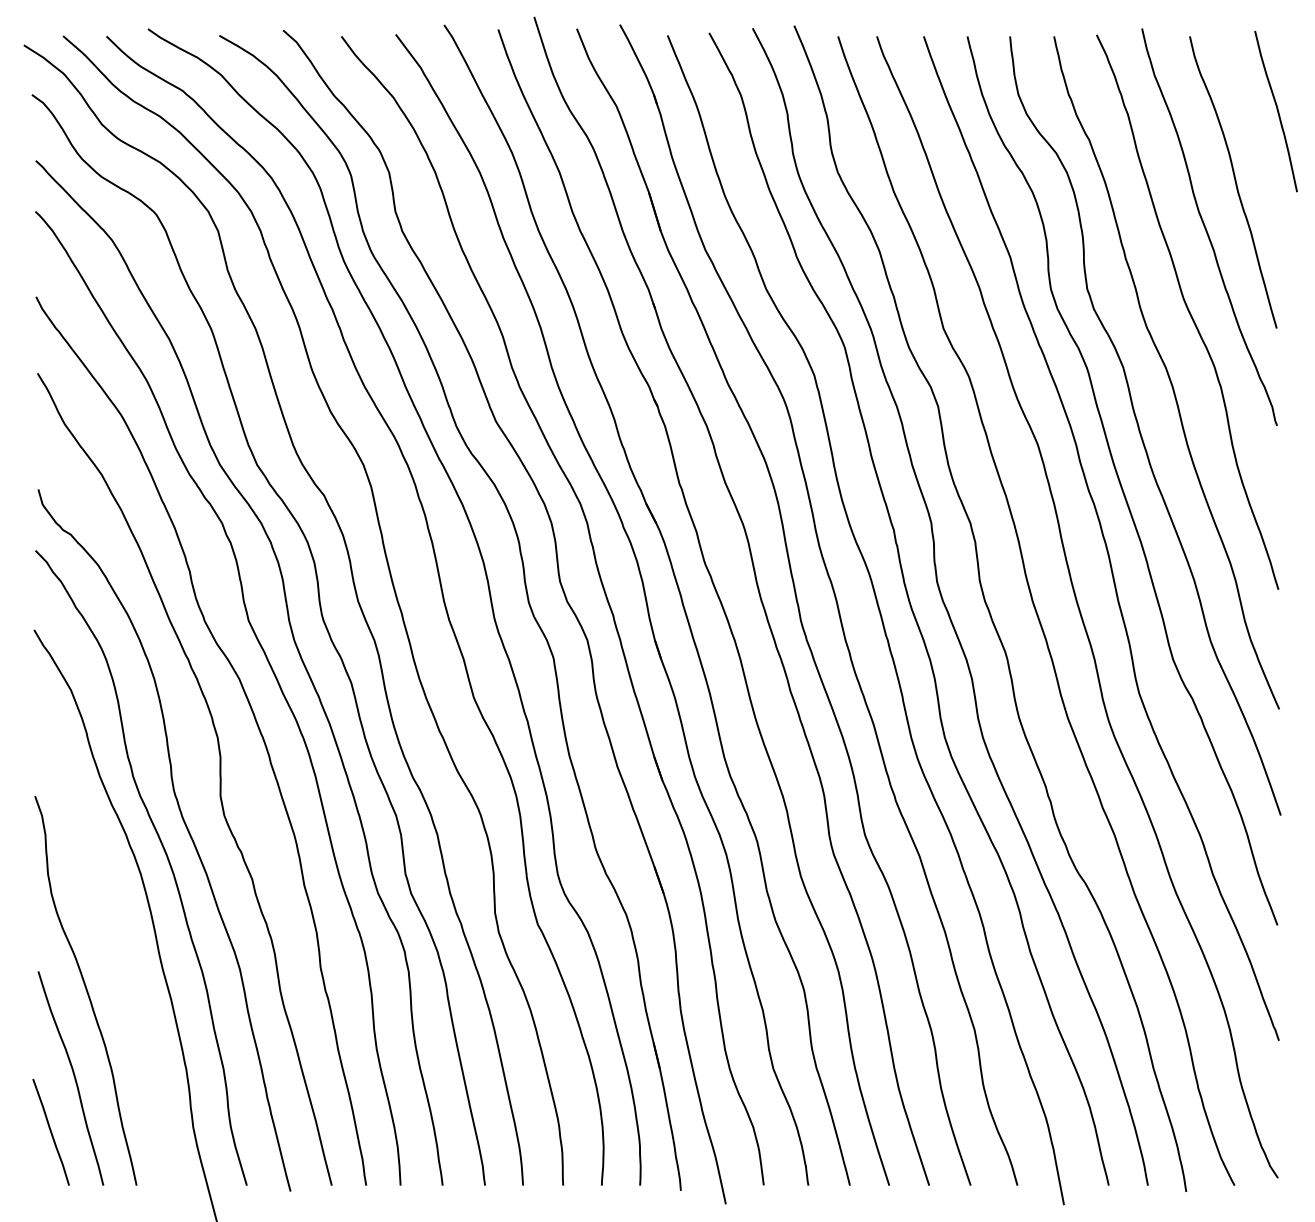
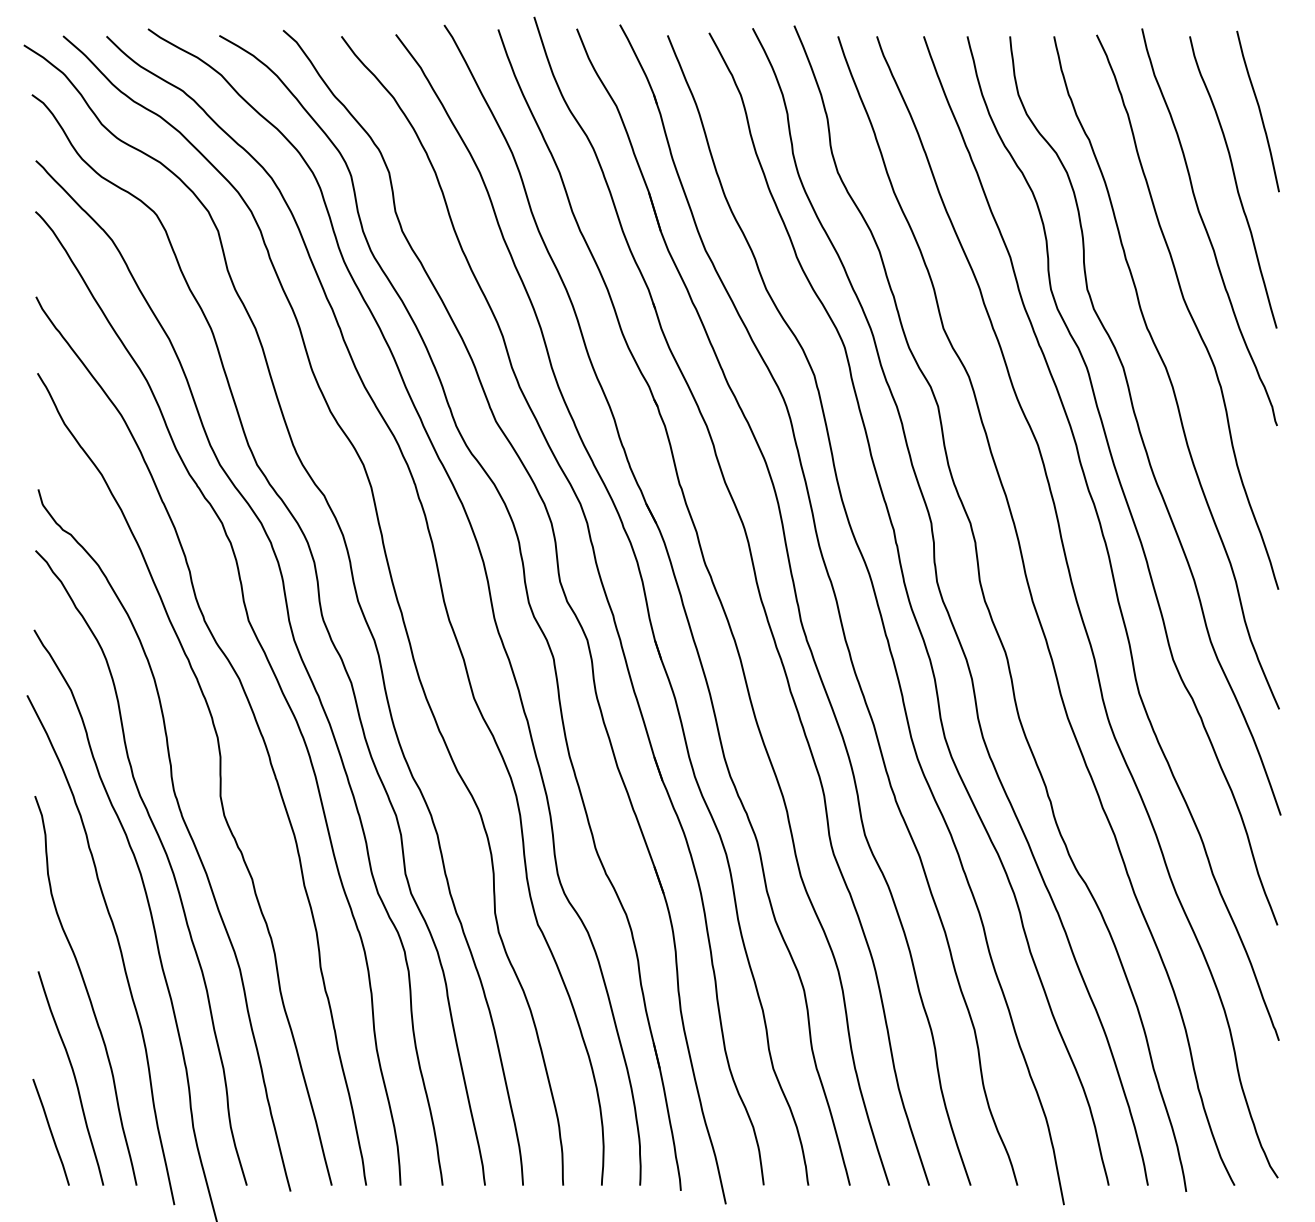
curve at (1277, 111) position: (1277, 111) -> (1259, 111)
curve at (118, 946): none -> present
